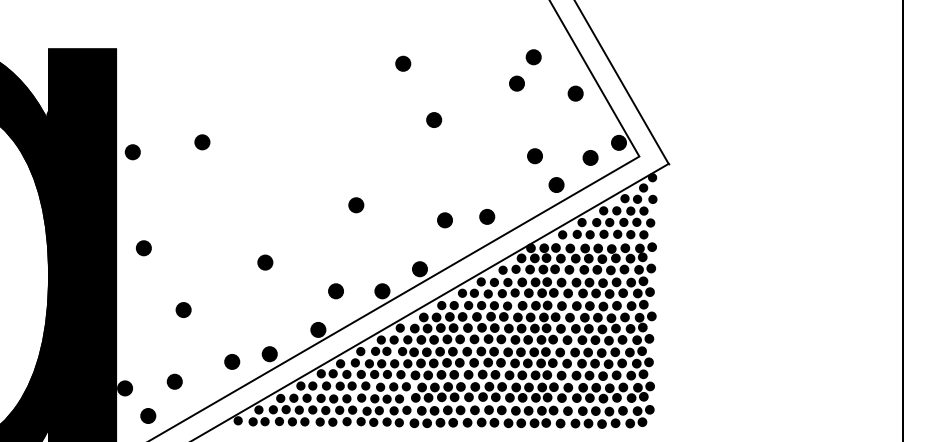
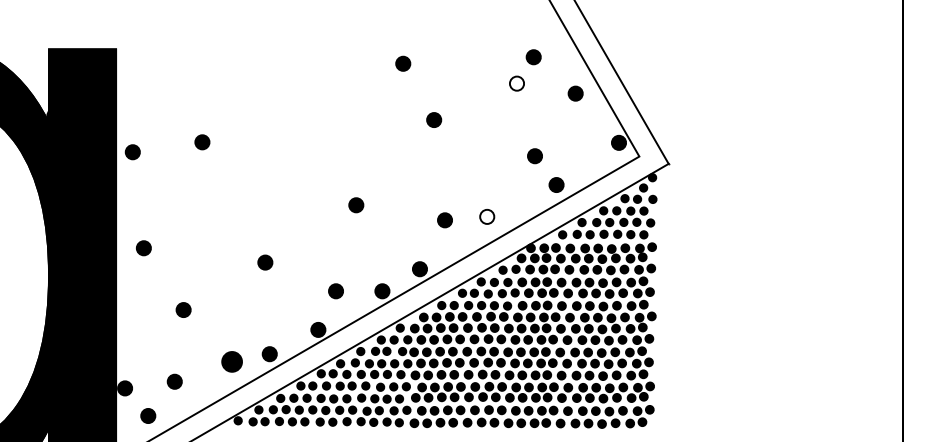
fill at (516, 83): present -> none
part at (590, 157): present -> none
fill at (487, 216): present -> none
part at (232, 361) size: 17x16 px -> 22x22 px
